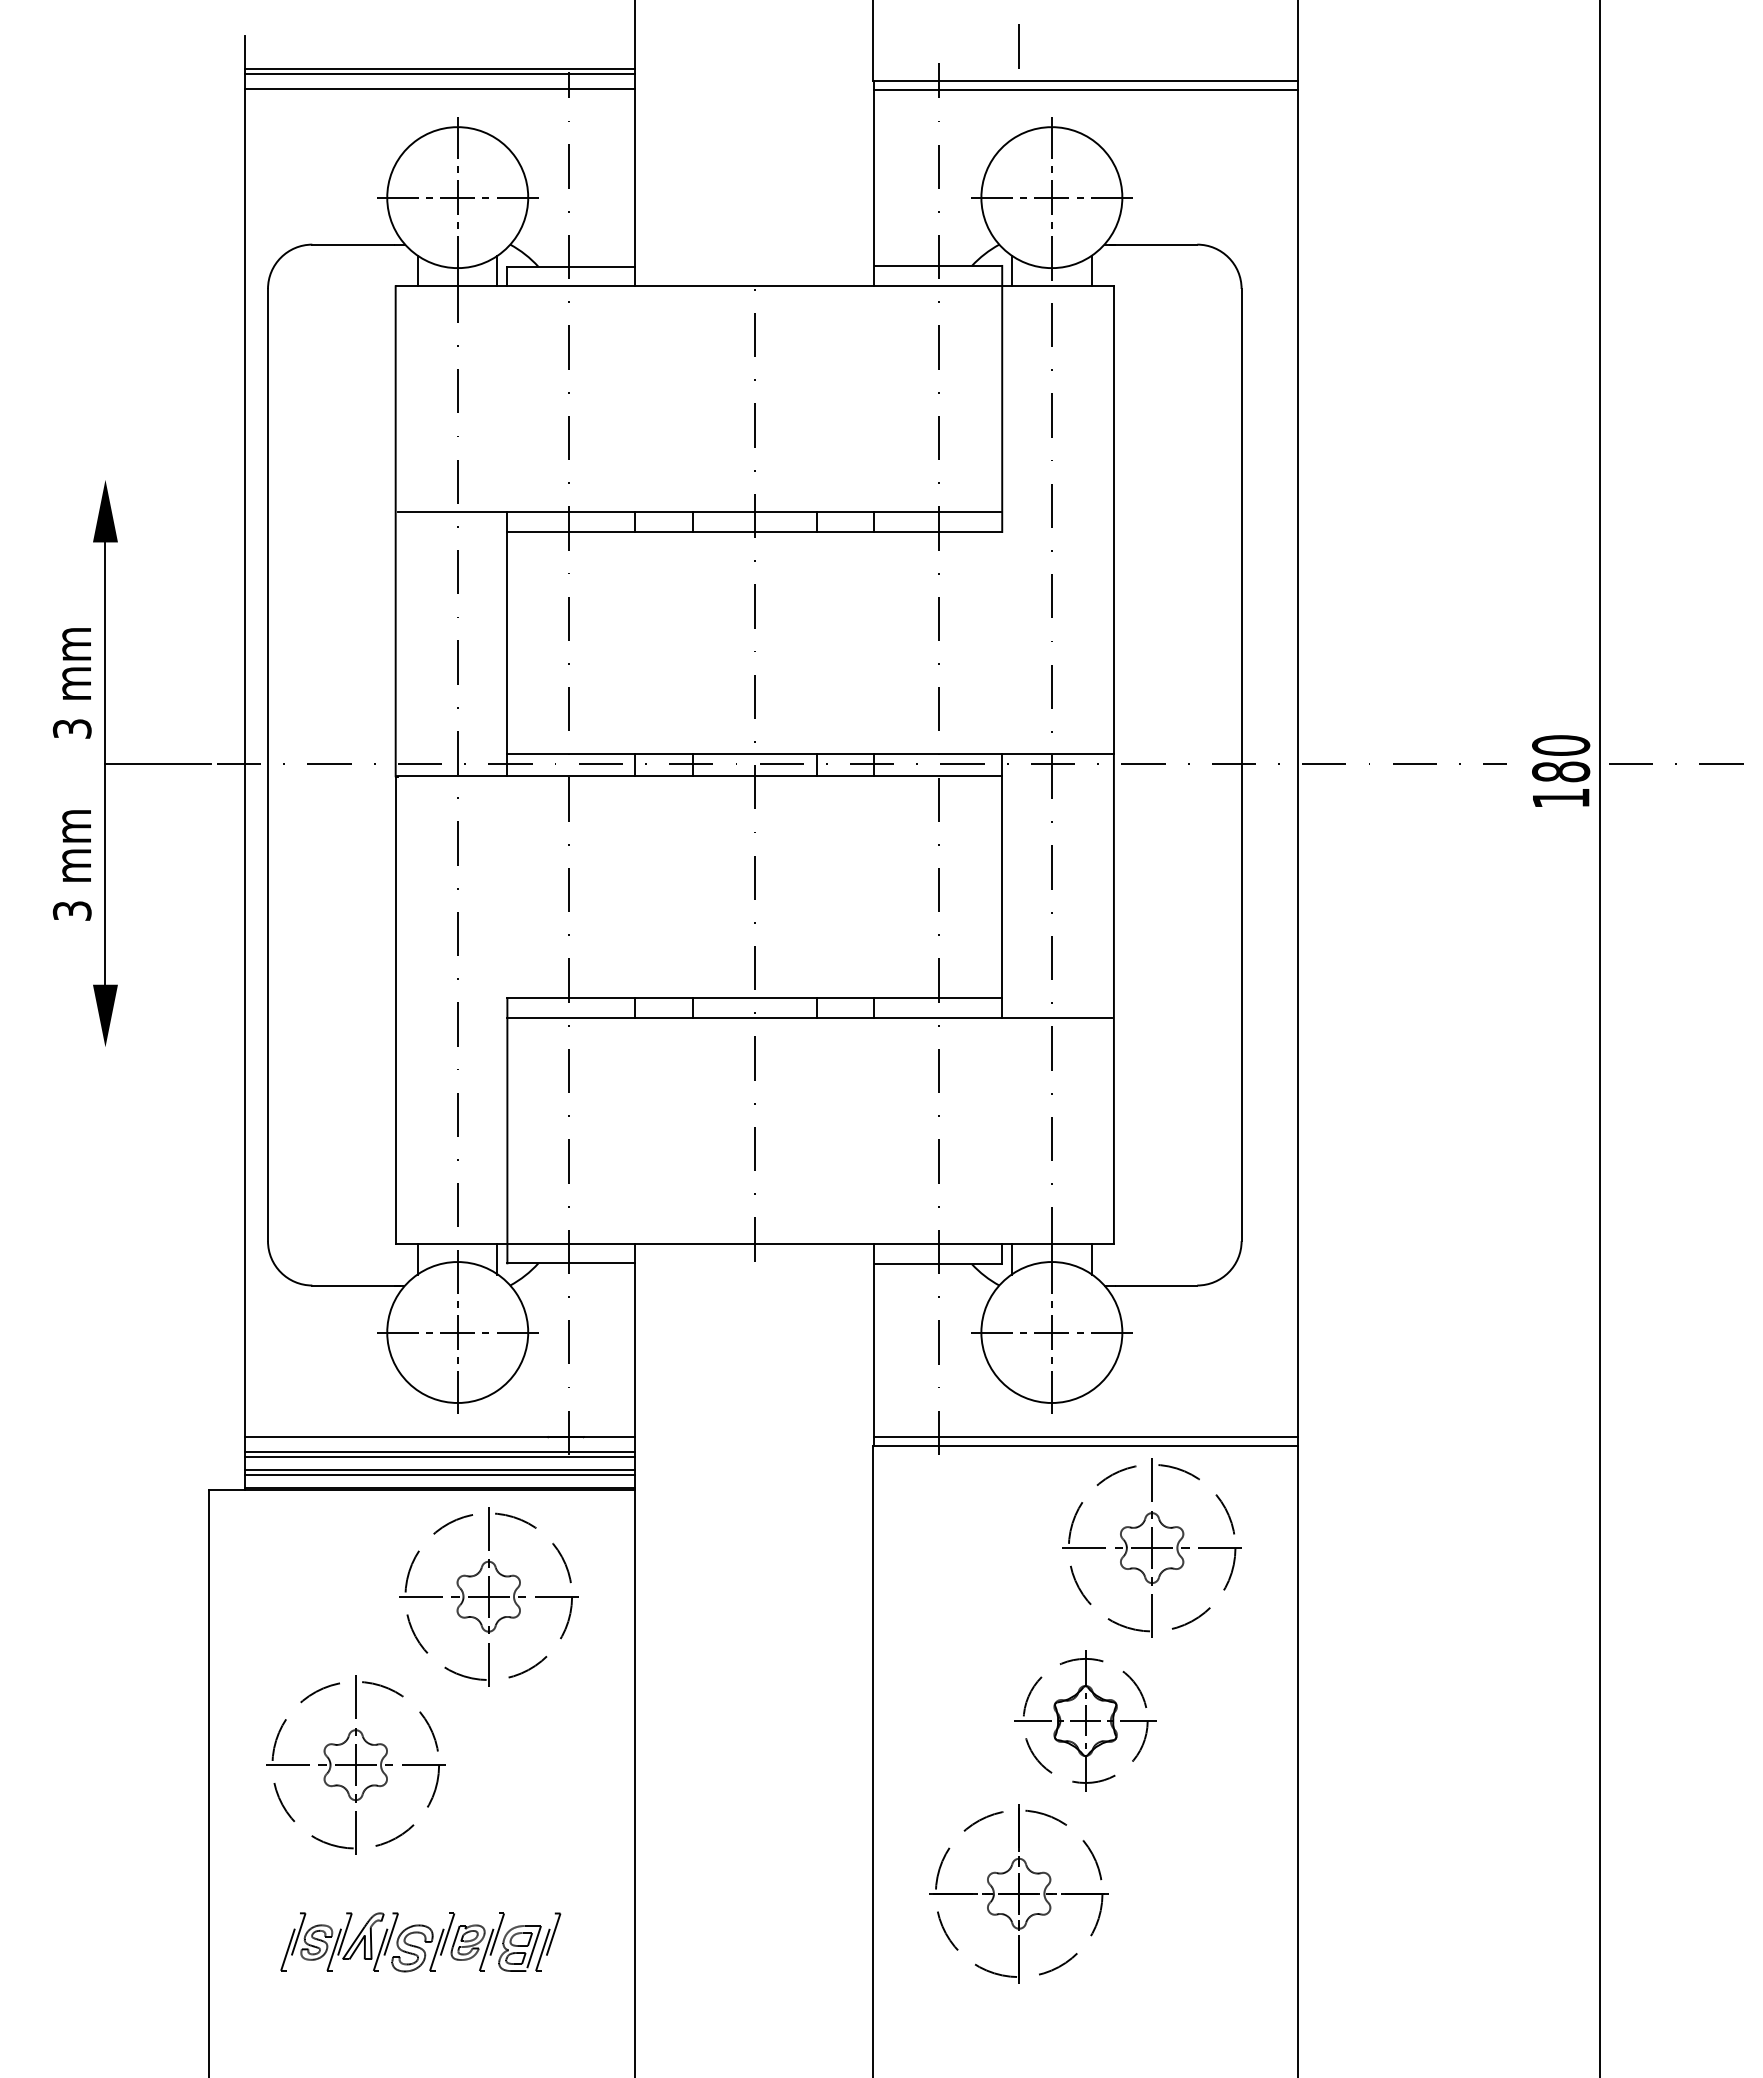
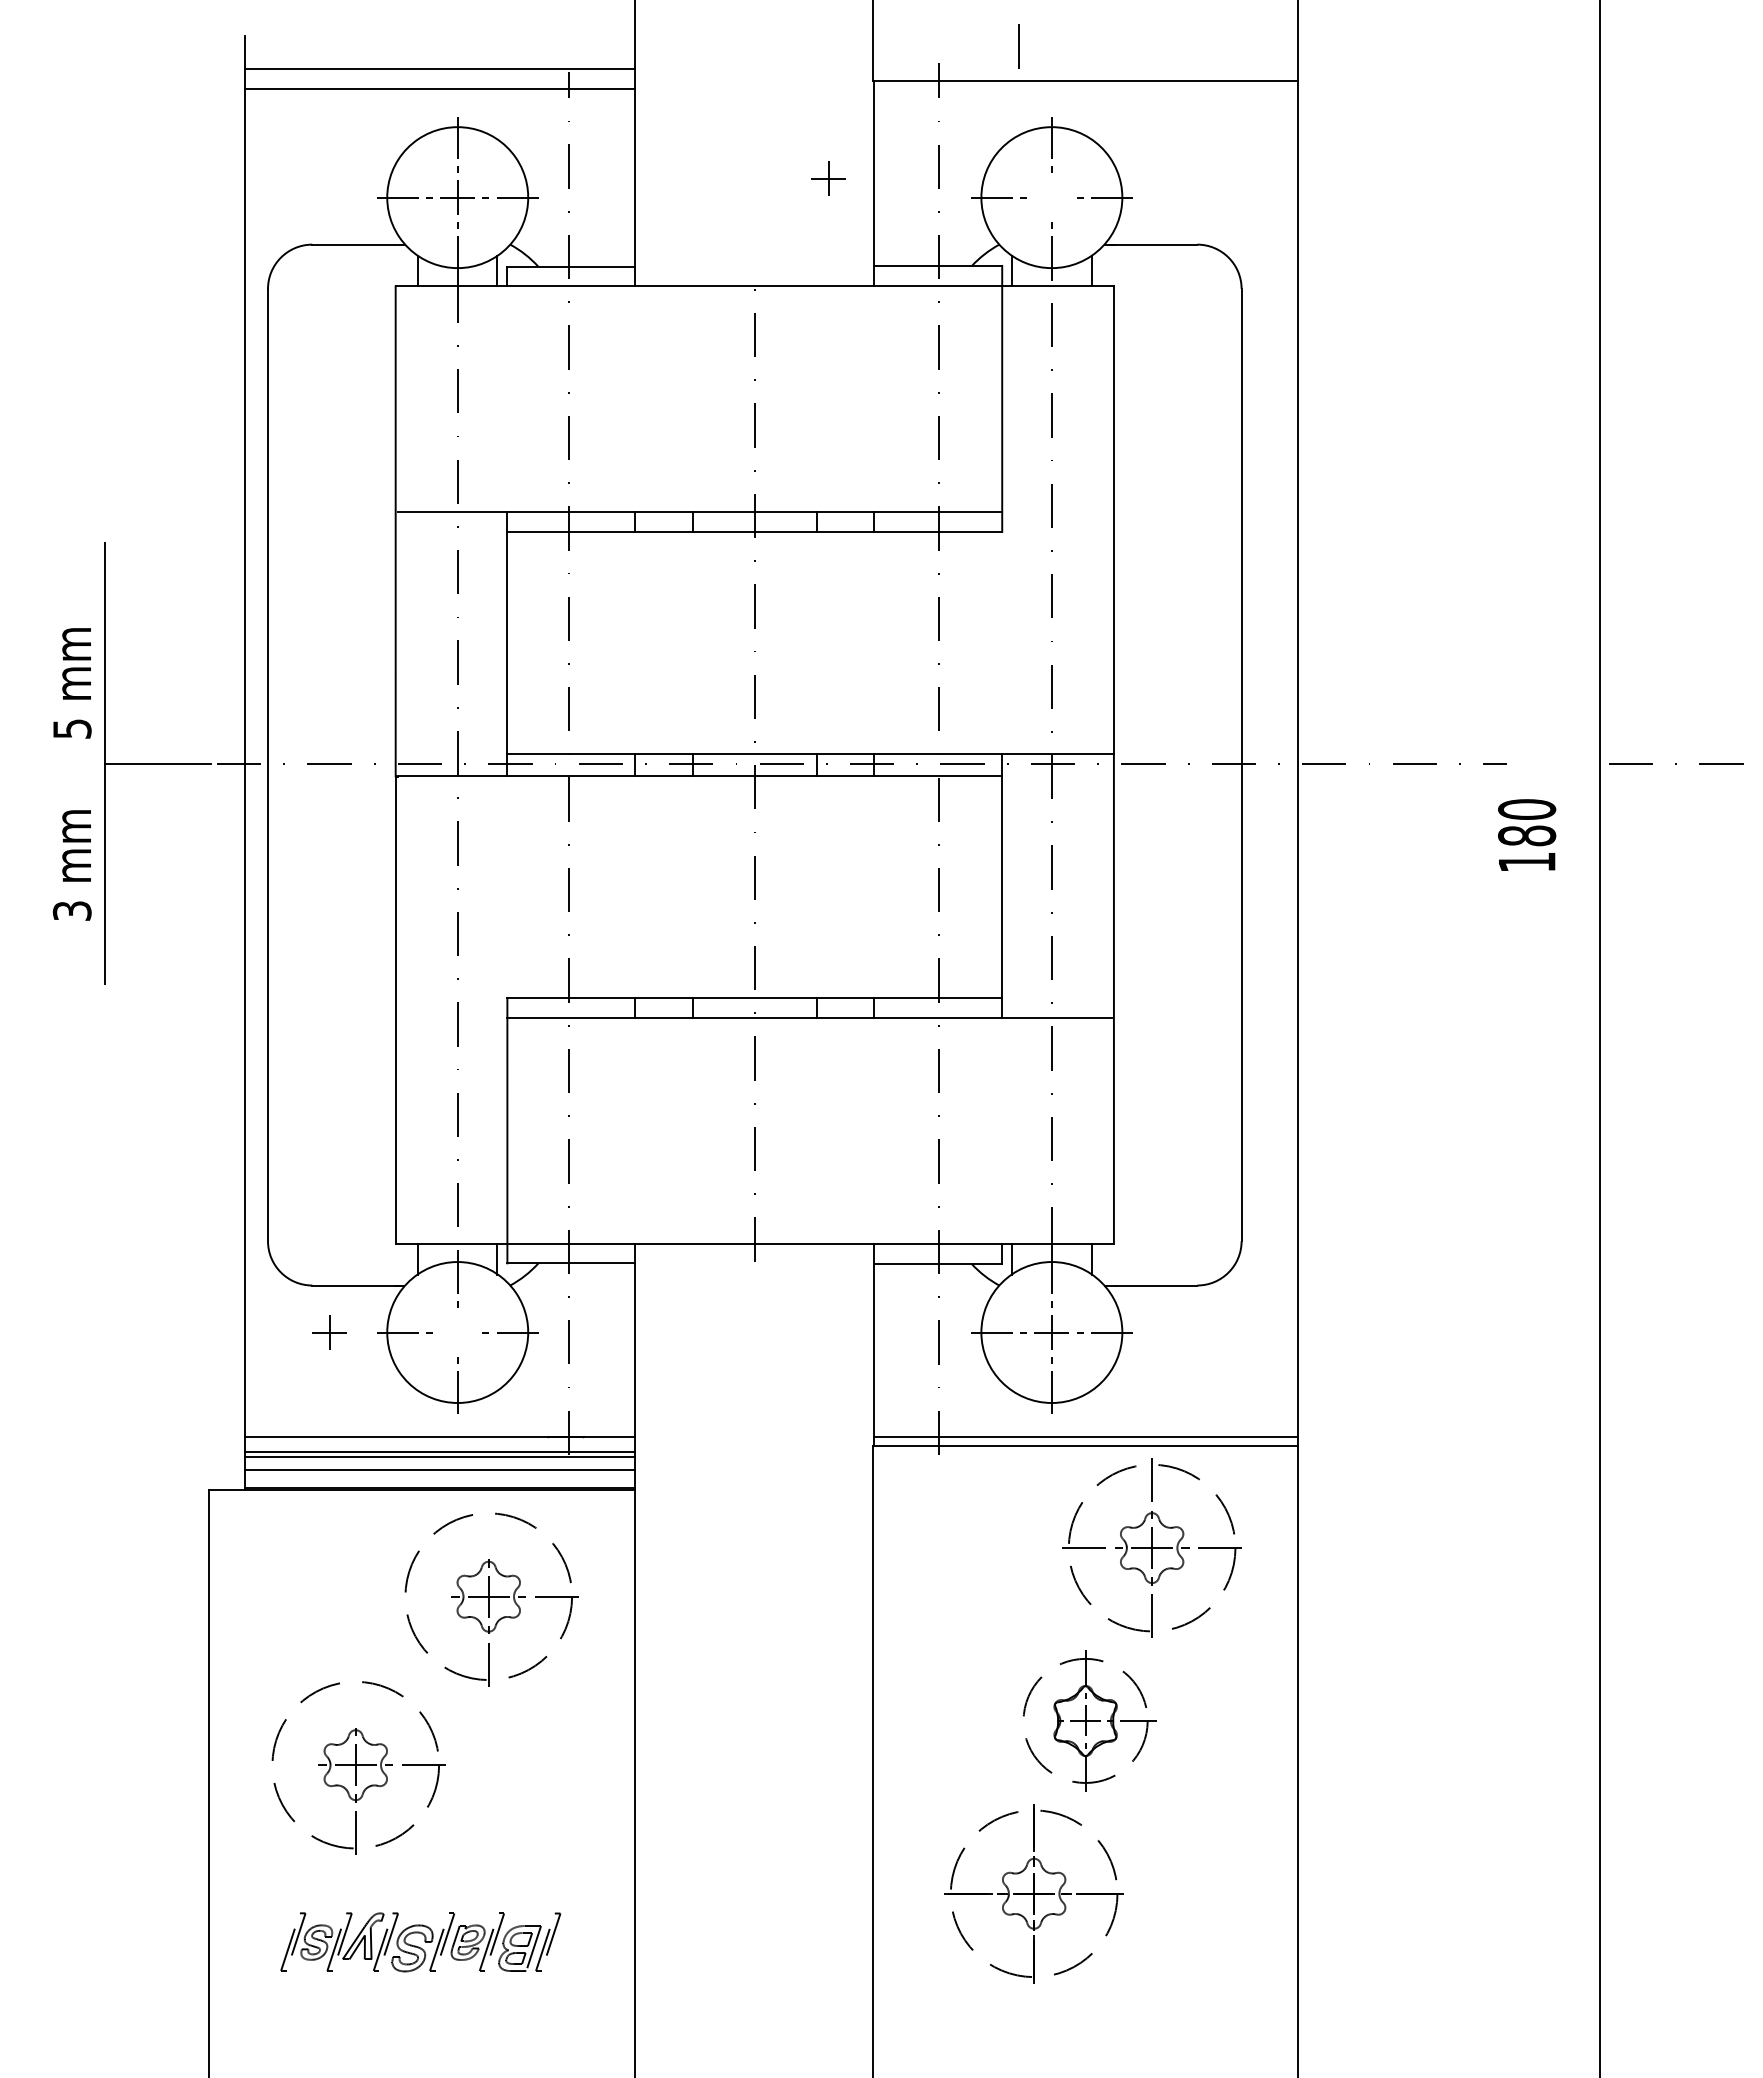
line at (439, 74): present -> none
line at (1085, 89): present -> none
part at (1051, 197) position: (1051, 197) -> (828, 178)
fill at (104, 510): present -> none
text at (71, 728): 3 -> 5
text at (1561, 770) position: (1561, 770) -> (1527, 834)
fill at (104, 1015): present -> none
part at (457, 1332) position: (457, 1332) -> (329, 1332)
line at (439, 1475): present -> none
line at (488, 1525): present -> none
line at (417, 1596): present -> none
line at (355, 1694): present -> none
line at (1032, 1720): present -> none
line at (284, 1765): present -> none
part at (1018, 1893) position: (1018, 1893) -> (1033, 1893)
